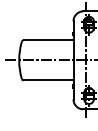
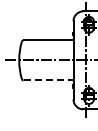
line at (48, 80): solid -> dashed
